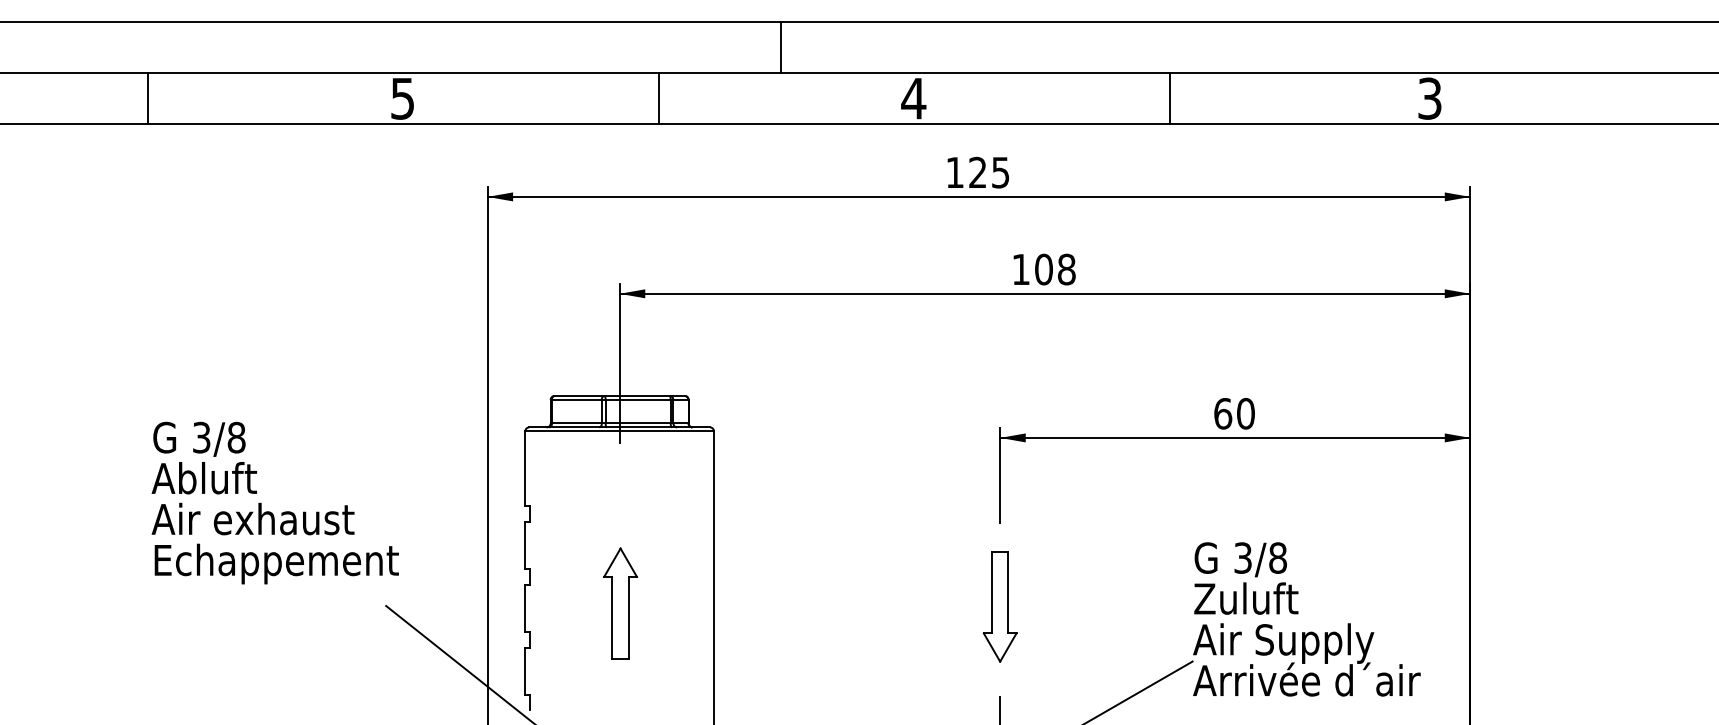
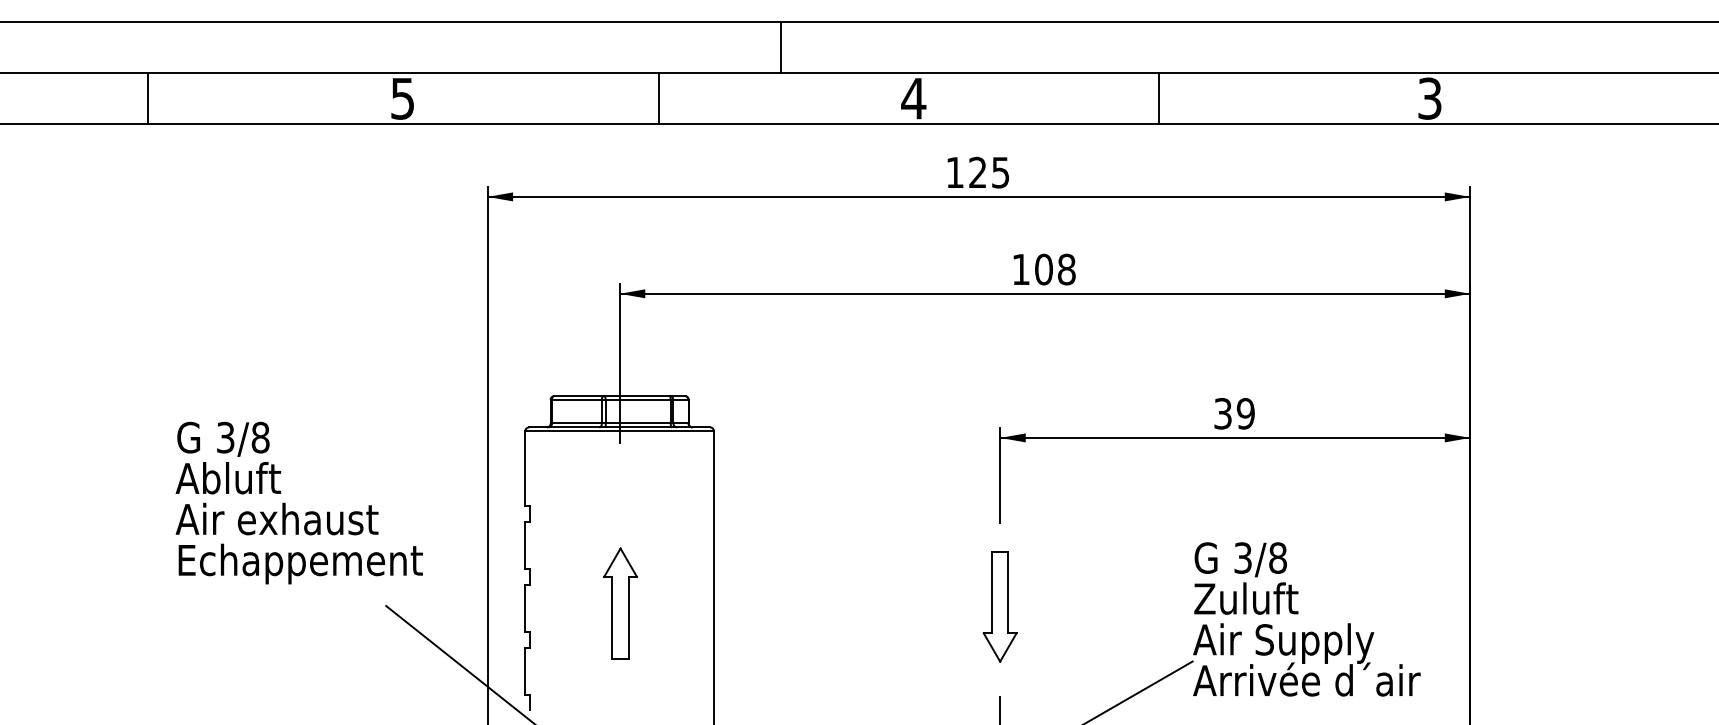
line at (1169, 98) position: (1169, 98) -> (1158, 98)
text at (1234, 413): 60 -> 39
part at (270, 511) position: (270, 511) -> (294, 511)
